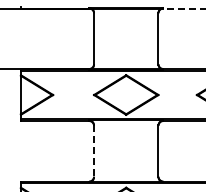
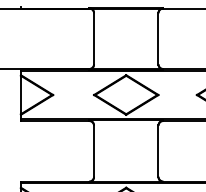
line at (184, 8): dashed -> solid
line at (94, 151): dashed -> solid
